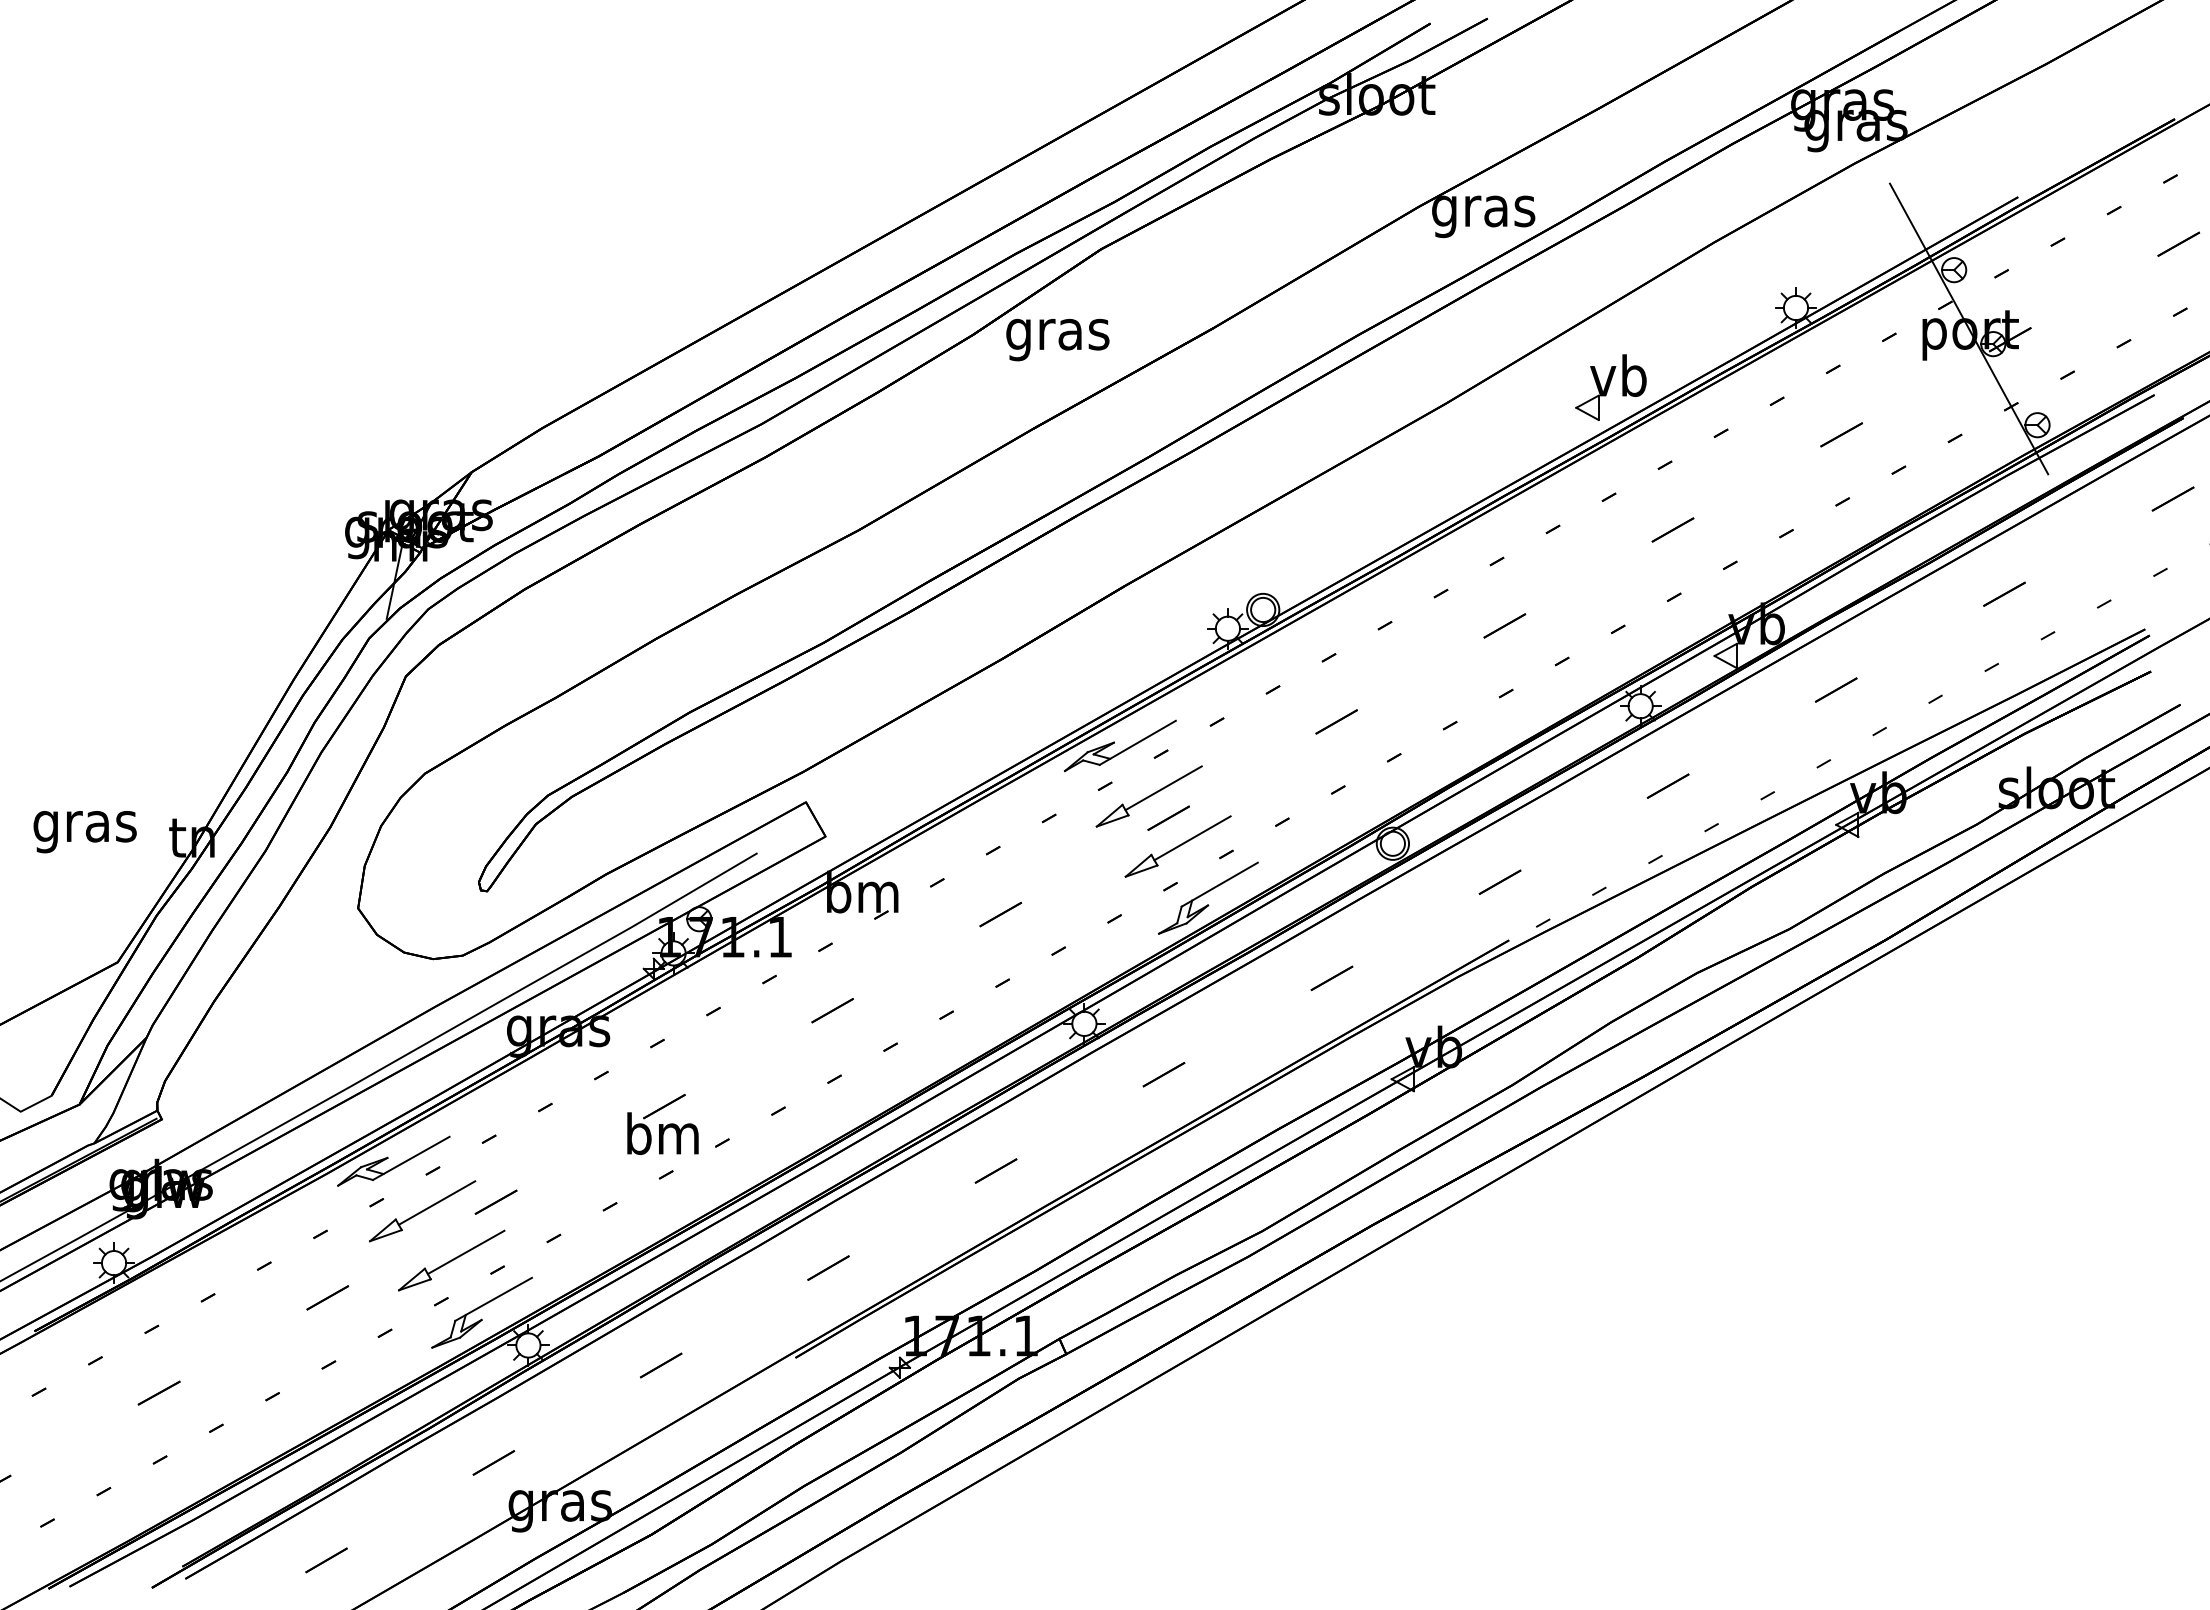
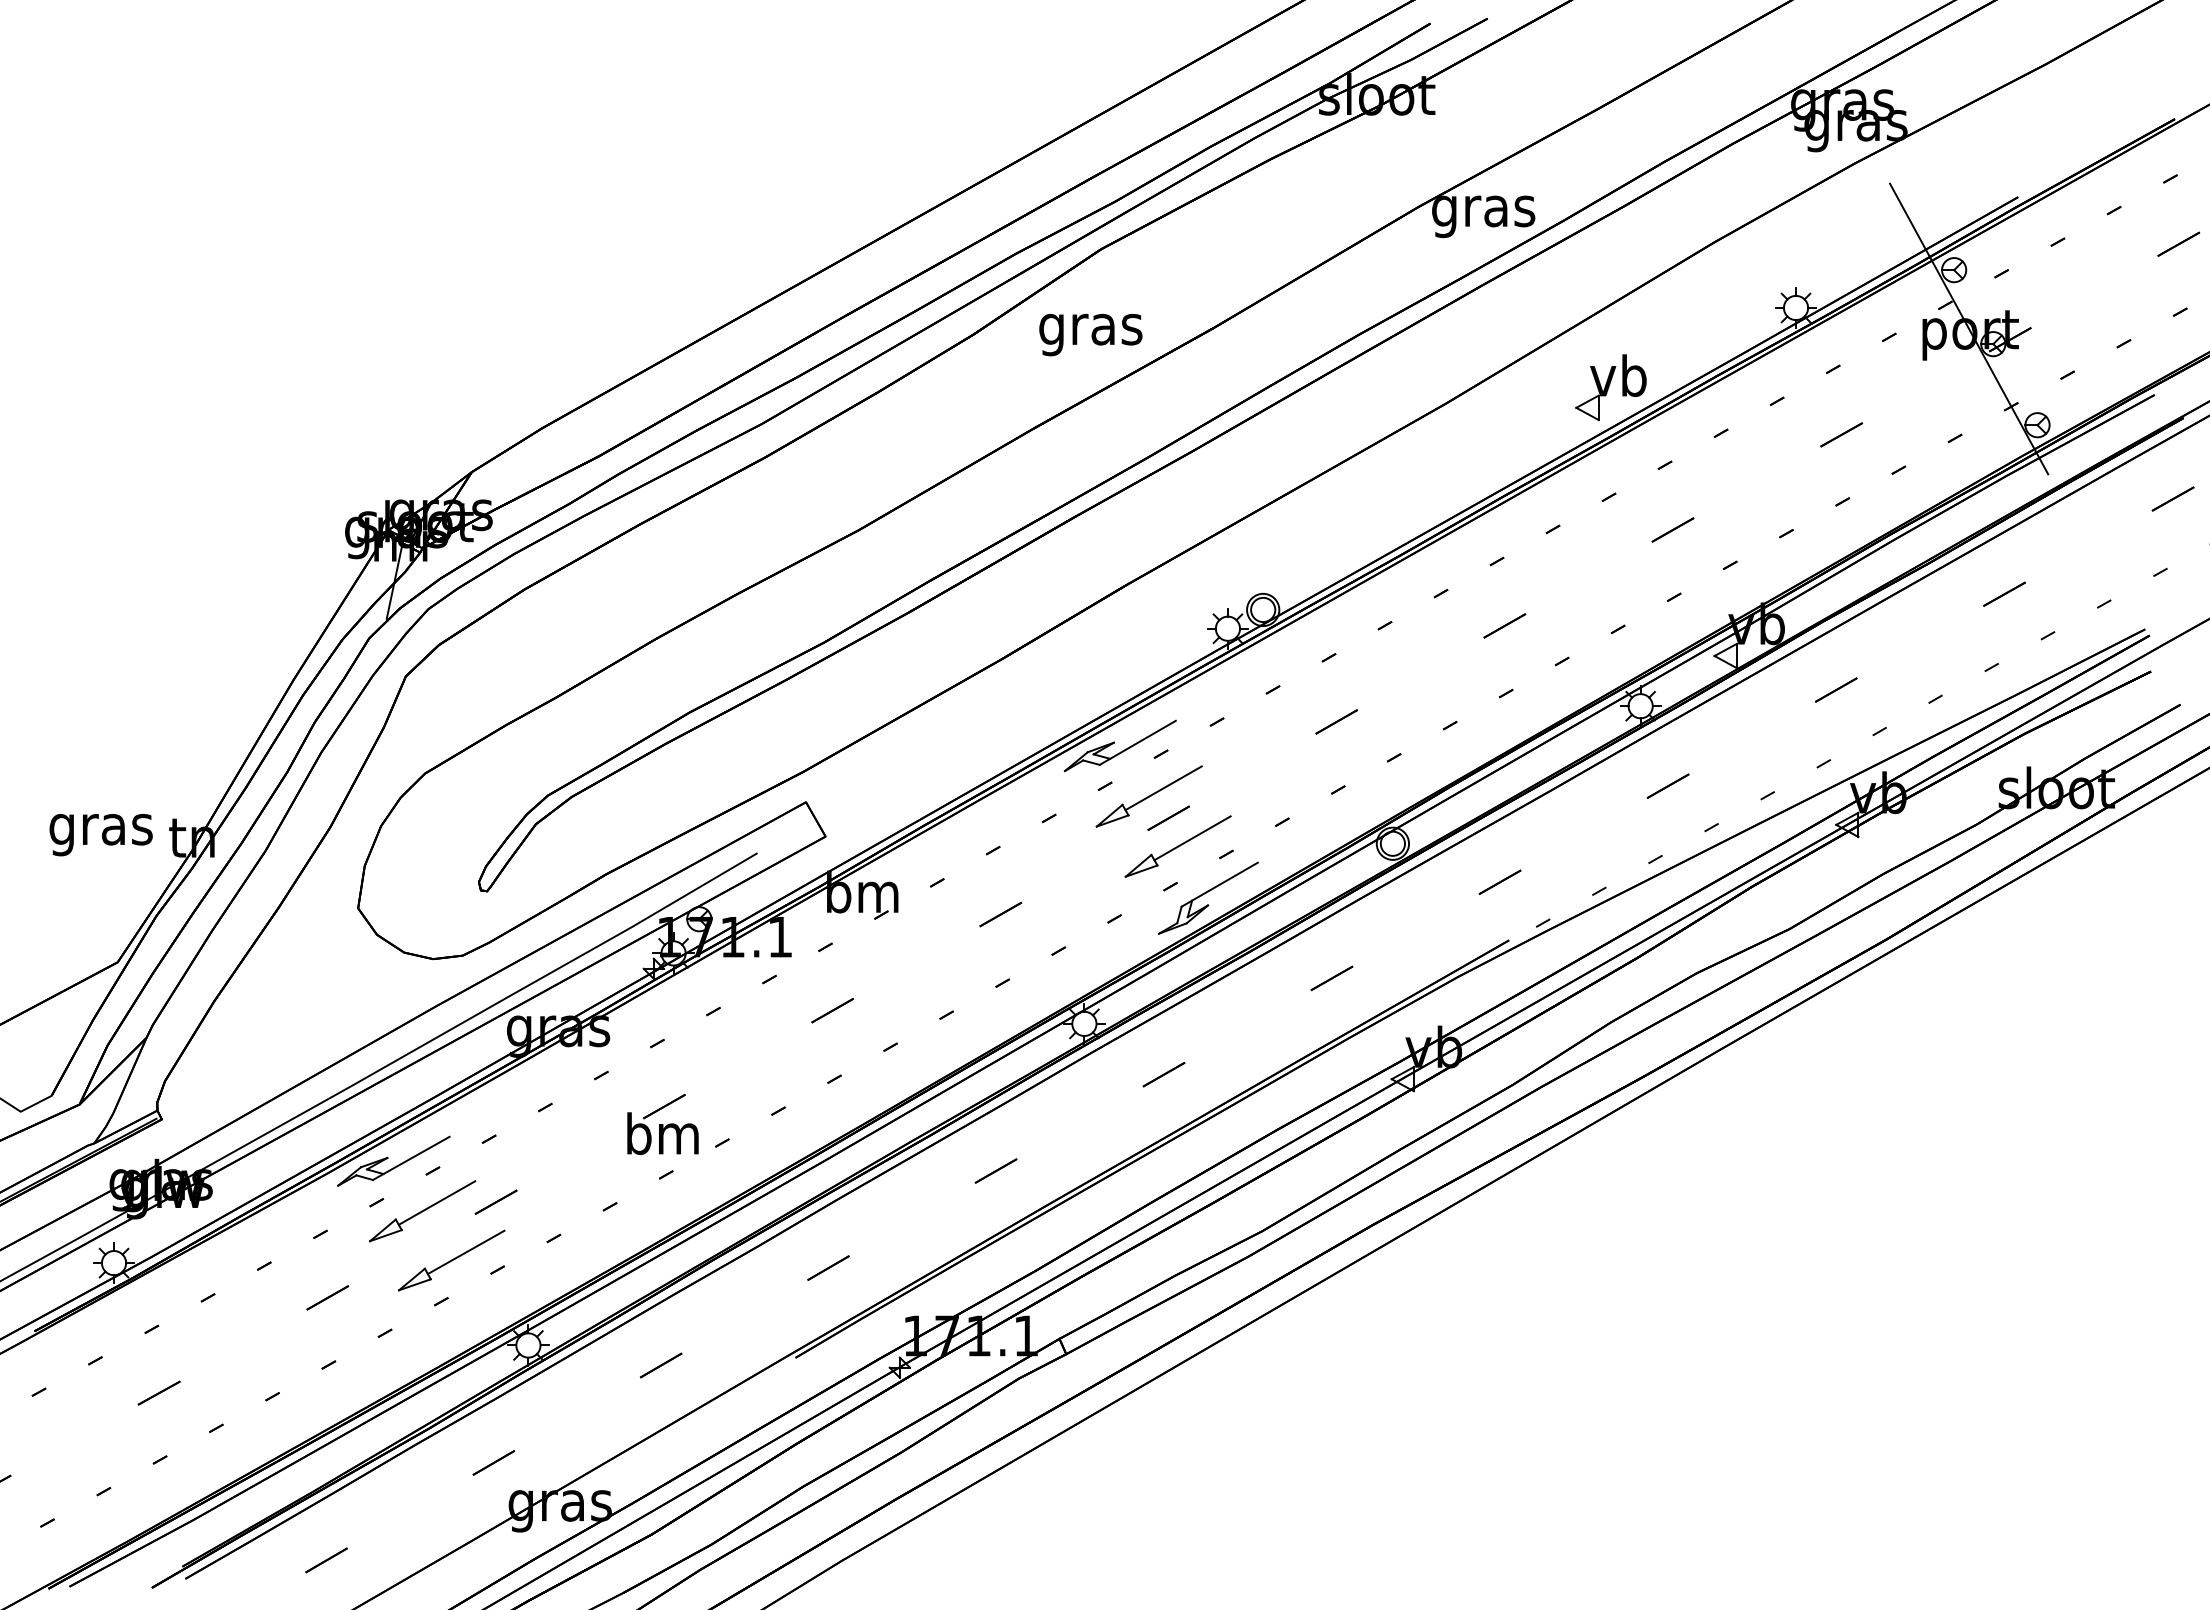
text at (1057, 339) position: (1057, 339) -> (1090, 334)
text at (84, 832) position: (84, 832) -> (100, 835)
part at (481, 1312): present -> none
